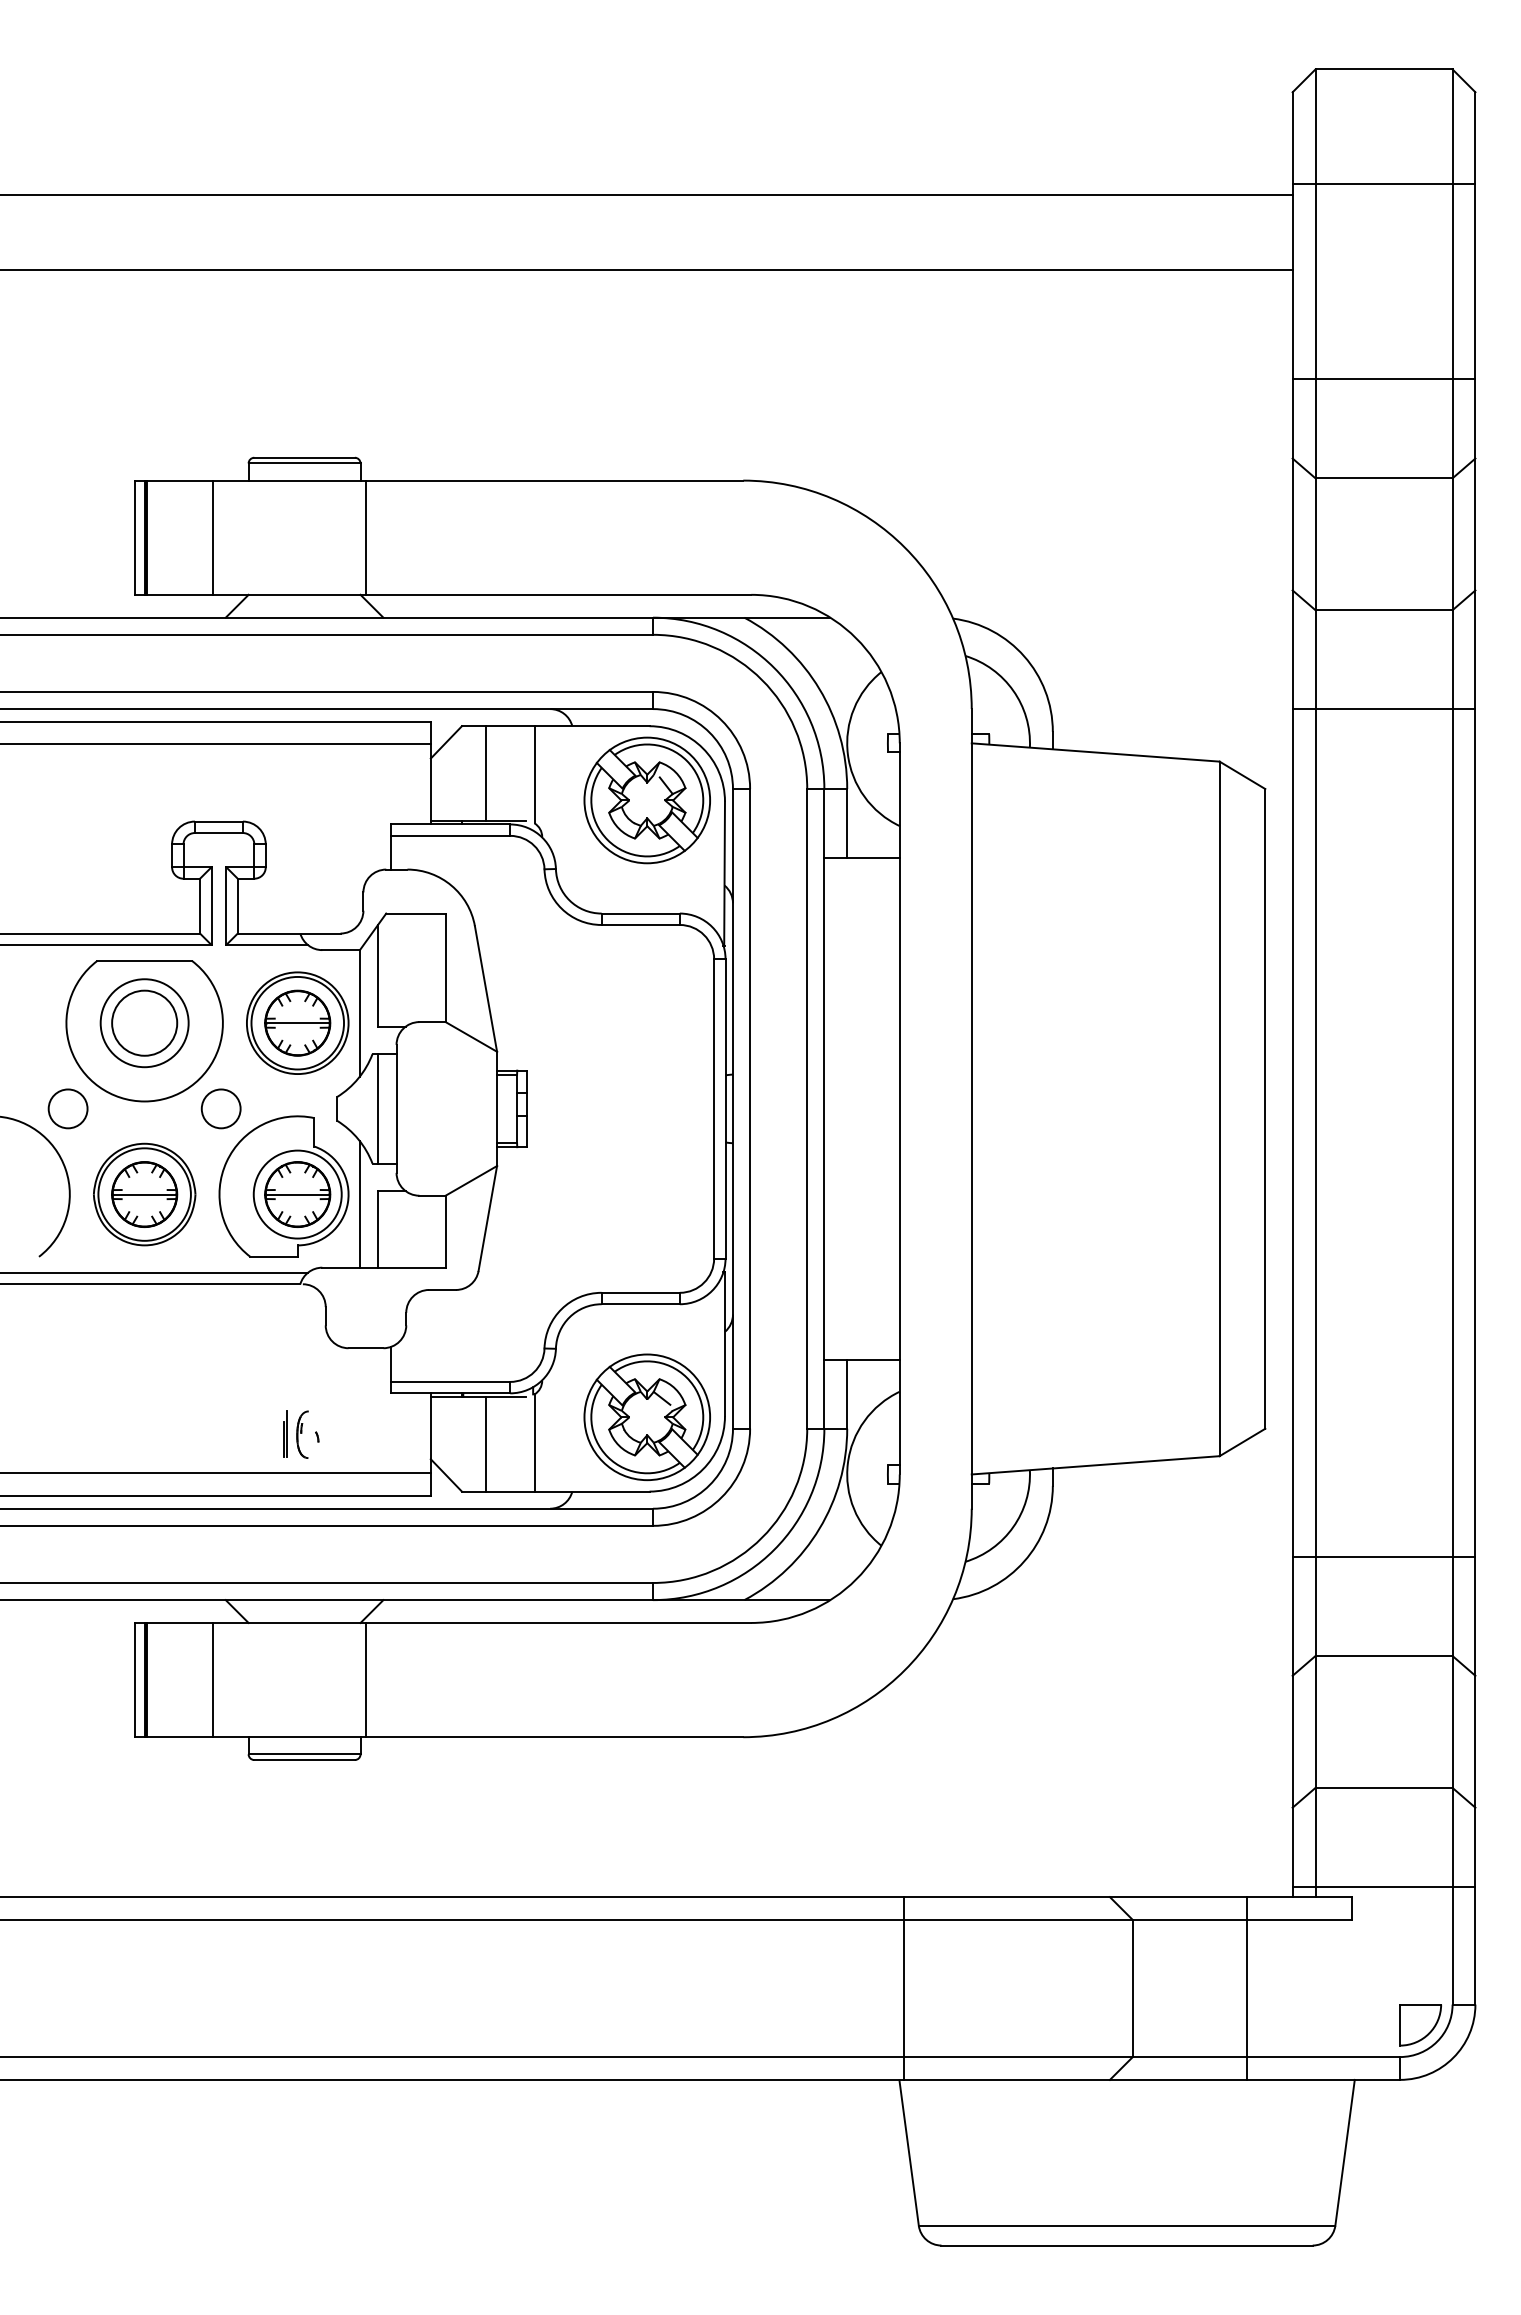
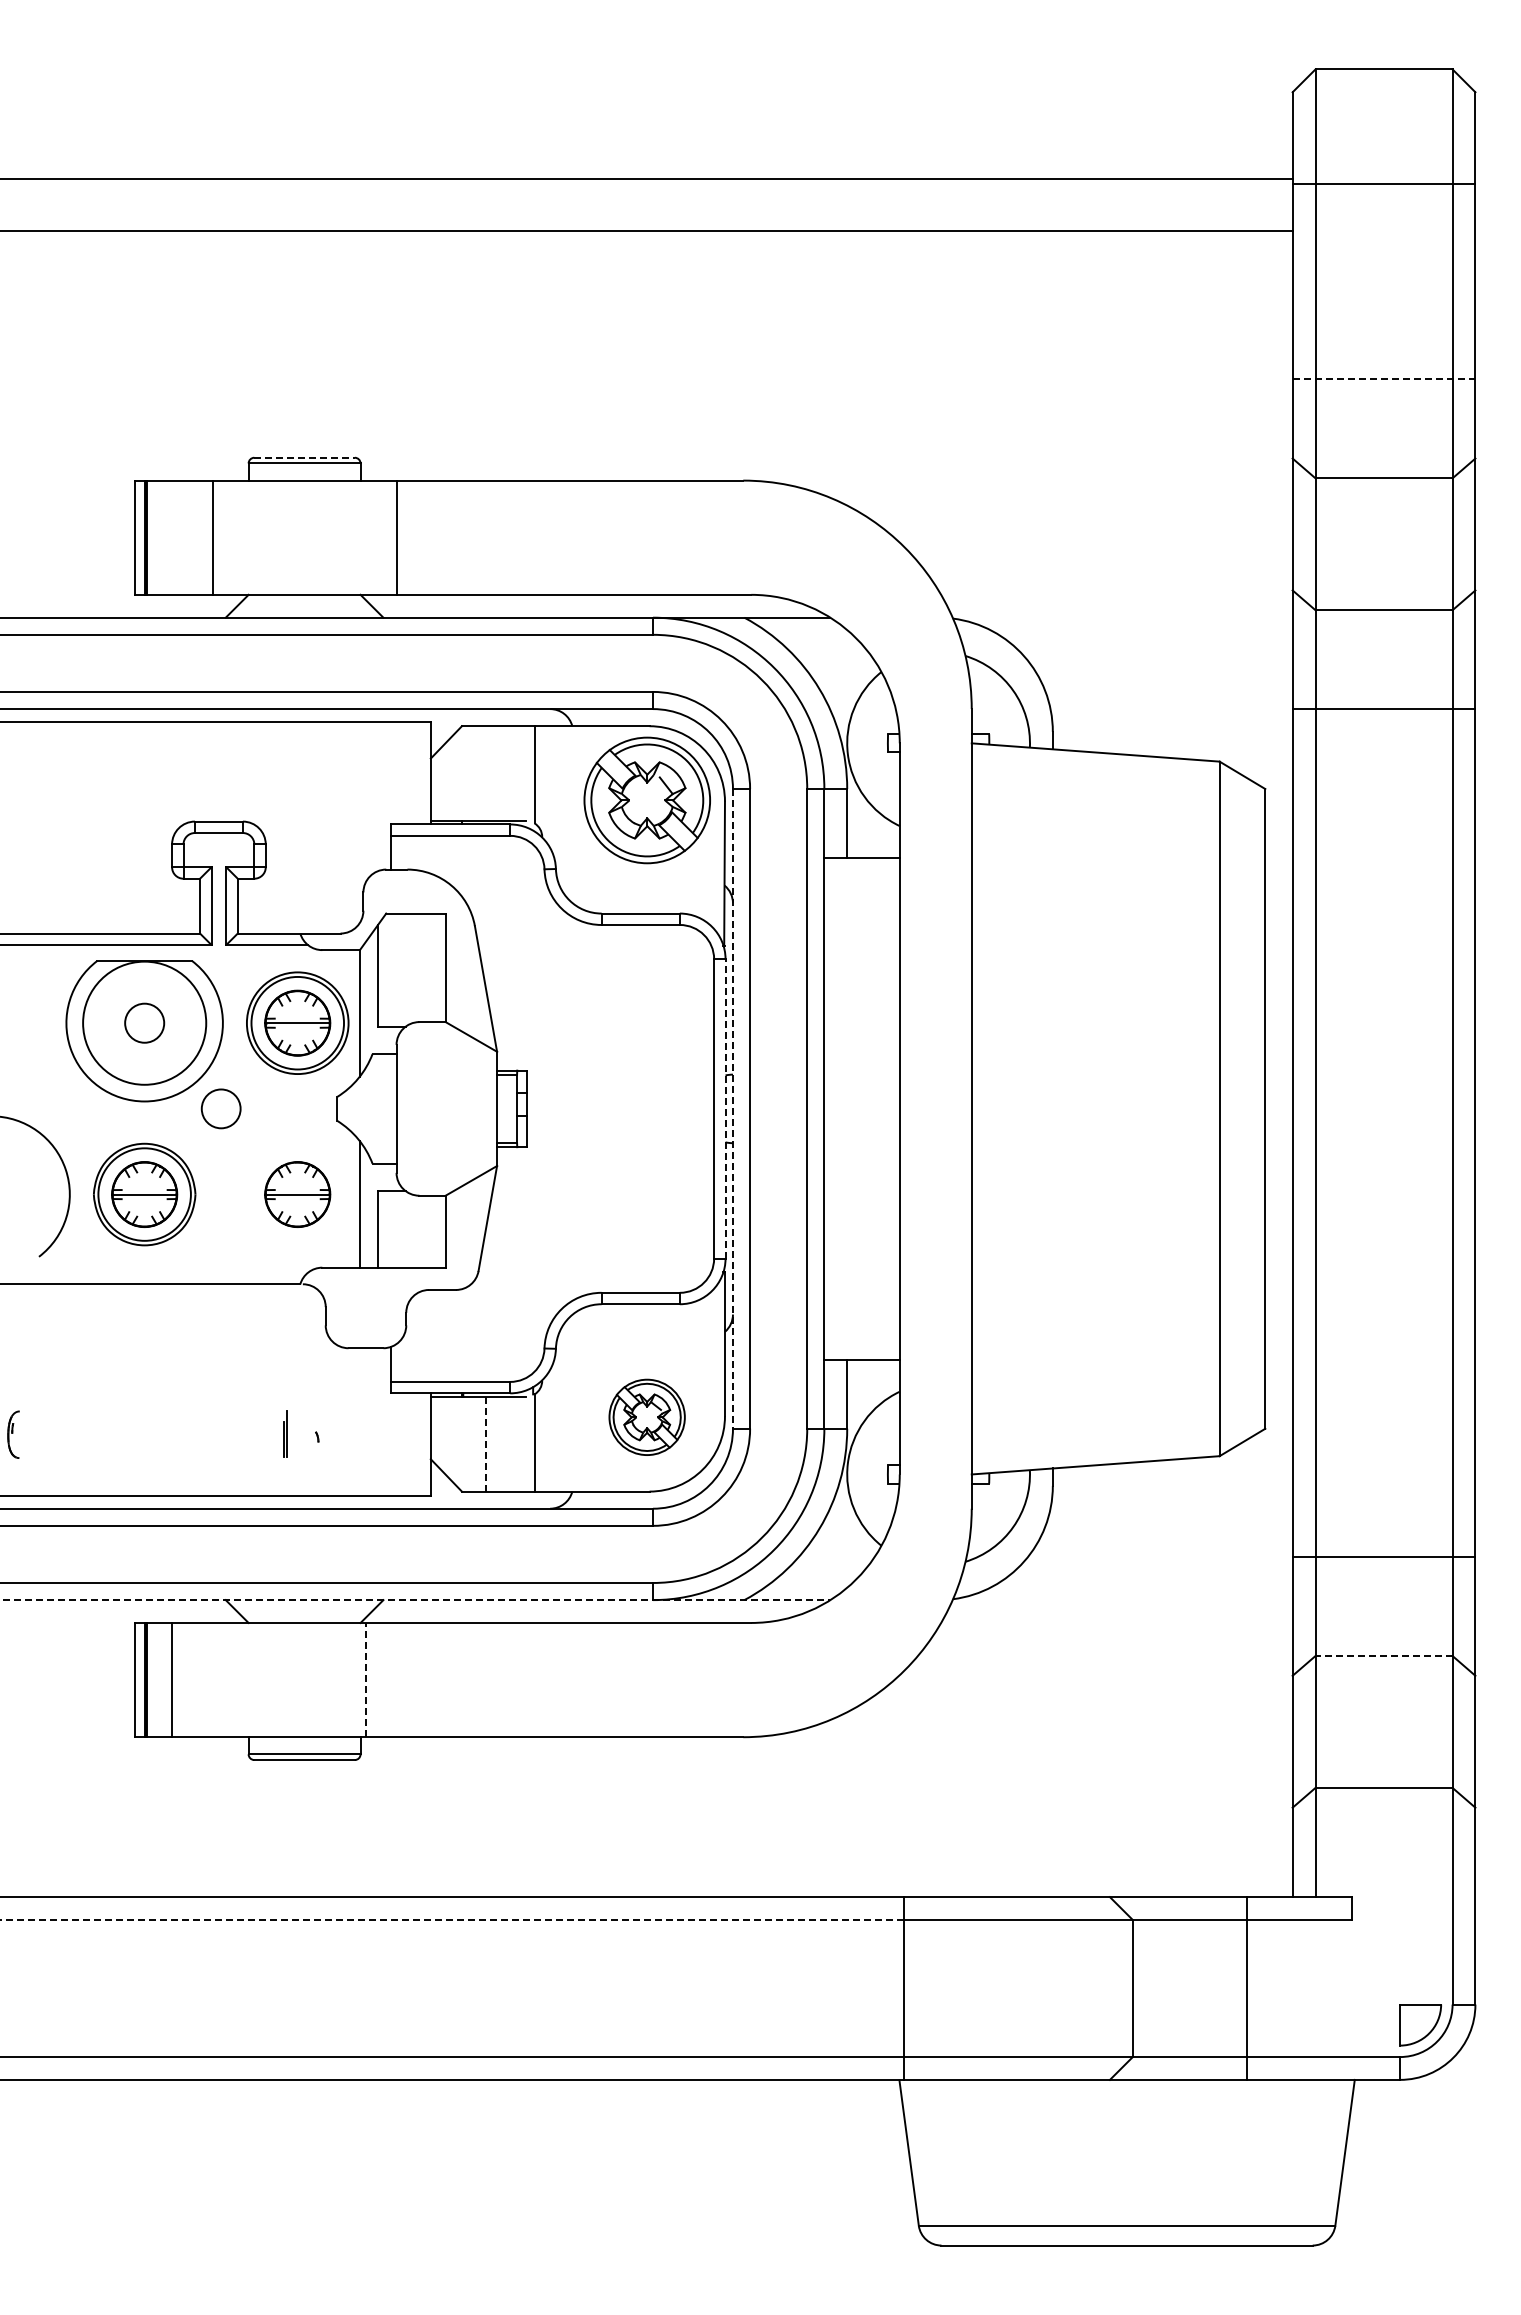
line at (647, 195) position: (647, 195) -> (647, 179)
line at (647, 270) position: (647, 270) -> (647, 231)
line at (1384, 379): solid -> dashed
line at (305, 457): solid -> dashed
line at (366, 537) position: (366, 537) -> (397, 537)
line at (216, 744): present -> none
line at (486, 773): present -> none
circle at (144, 1022) diameter: 65 px -> 39 px
circle at (144, 1023) diameter: 88 px -> 123 px
circle at (67, 1108): present -> none
line at (378, 1108): present -> none
line at (725, 1108): solid -> dashed
line at (732, 1108): solid -> dashed
part at (283, 1186): present -> none
line at (154, 1272): present -> none
part at (646, 1417) size: 128x129 px -> 78x78 px
part at (302, 1434) position: (302, 1434) -> (13, 1434)
line at (486, 1444): solid -> dashed
line at (216, 1473): present -> none
line at (415, 1600): solid -> dashed
line at (1384, 1656): solid -> dashed
line at (213, 1679) position: (213, 1679) -> (172, 1679)
line at (366, 1679): solid -> dashed
line at (1383, 1886): present -> none
line at (452, 1919): solid -> dashed
